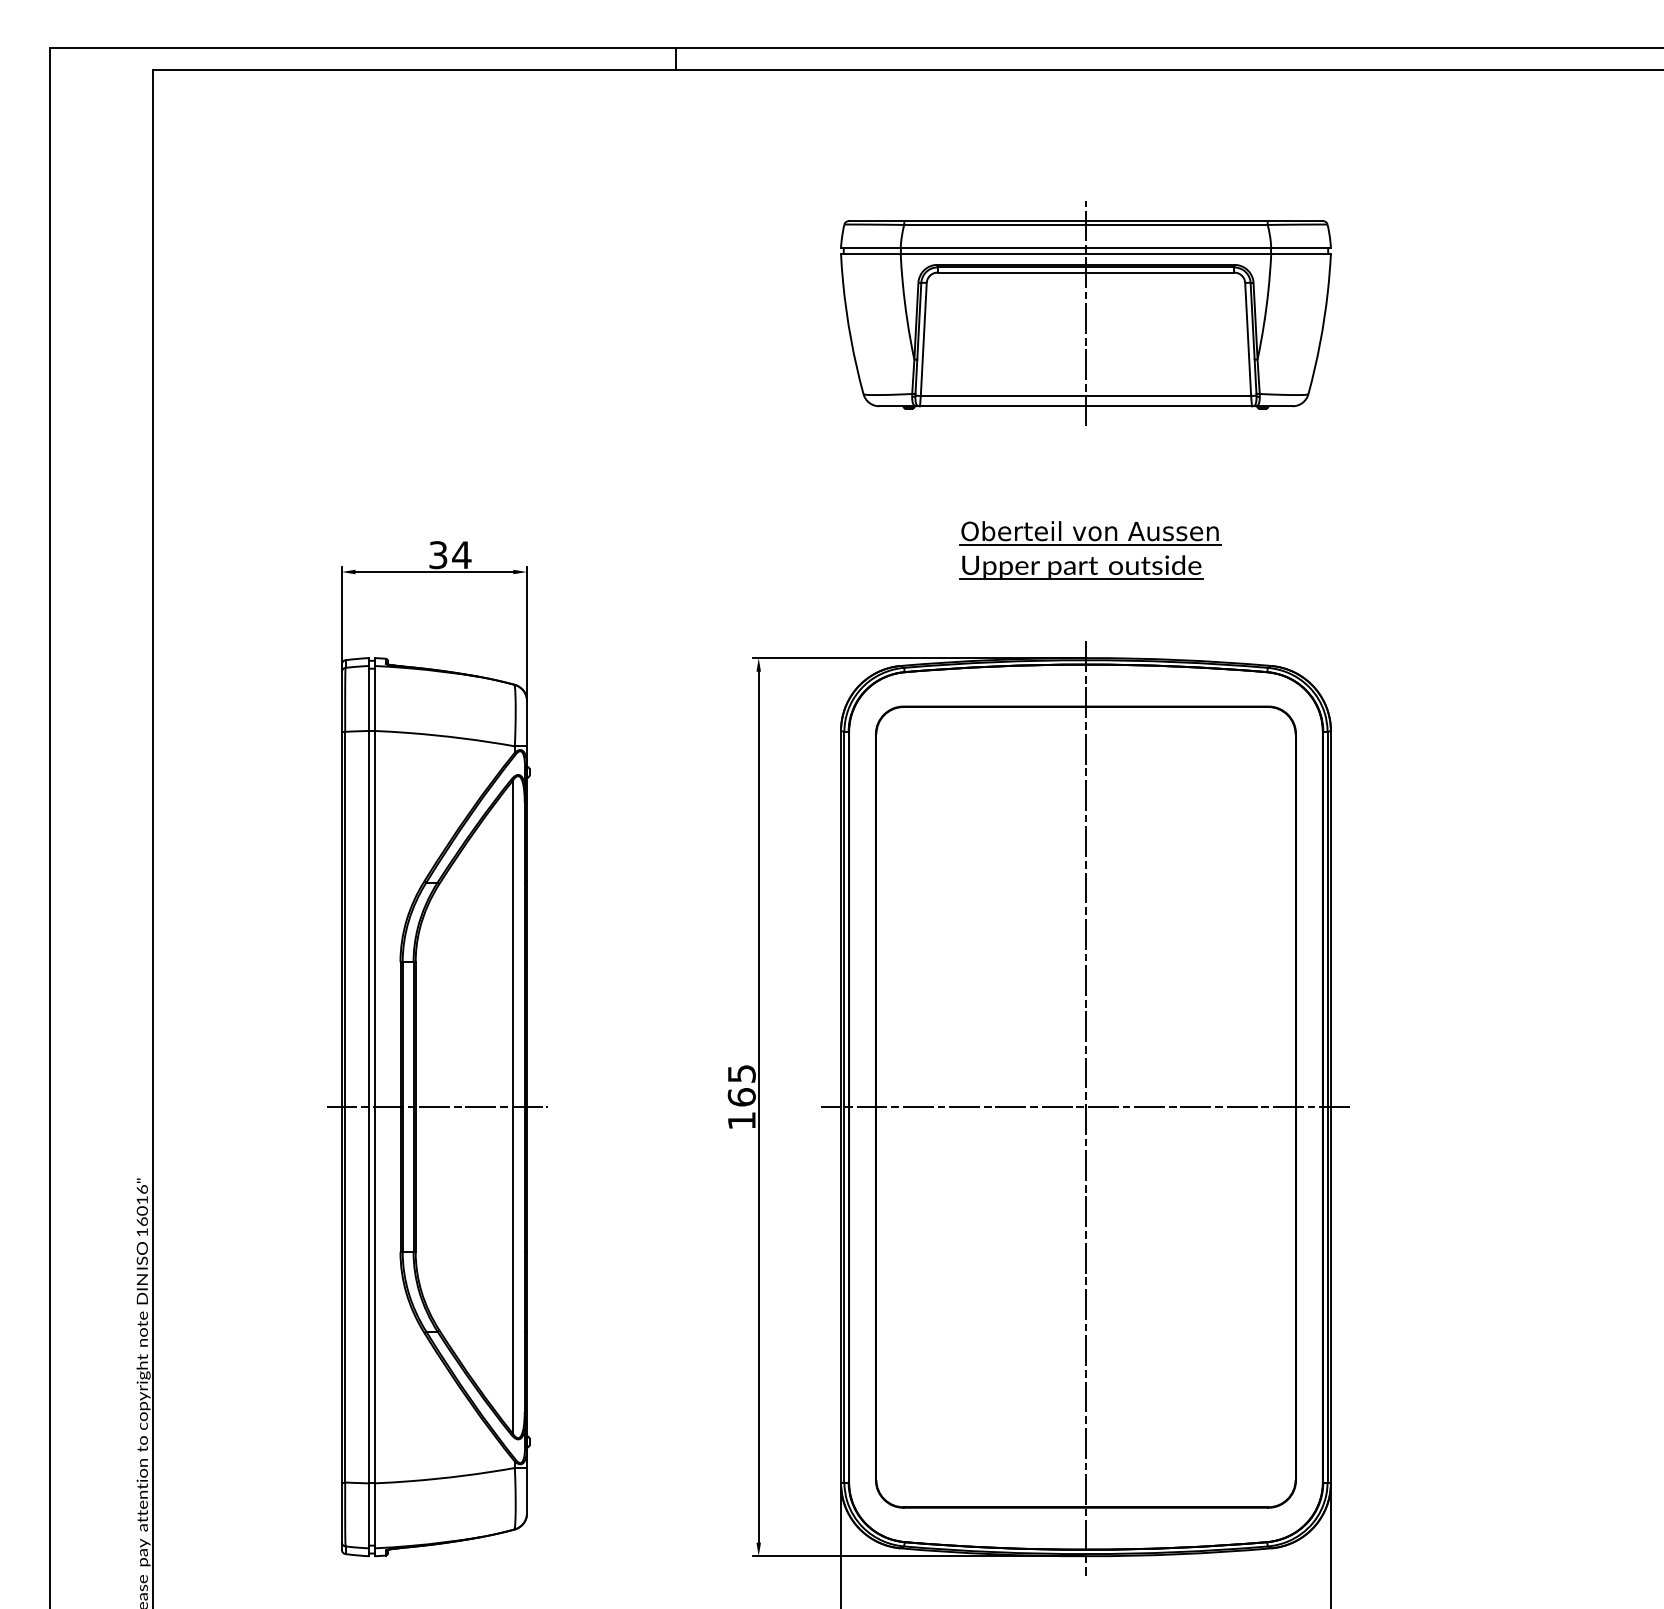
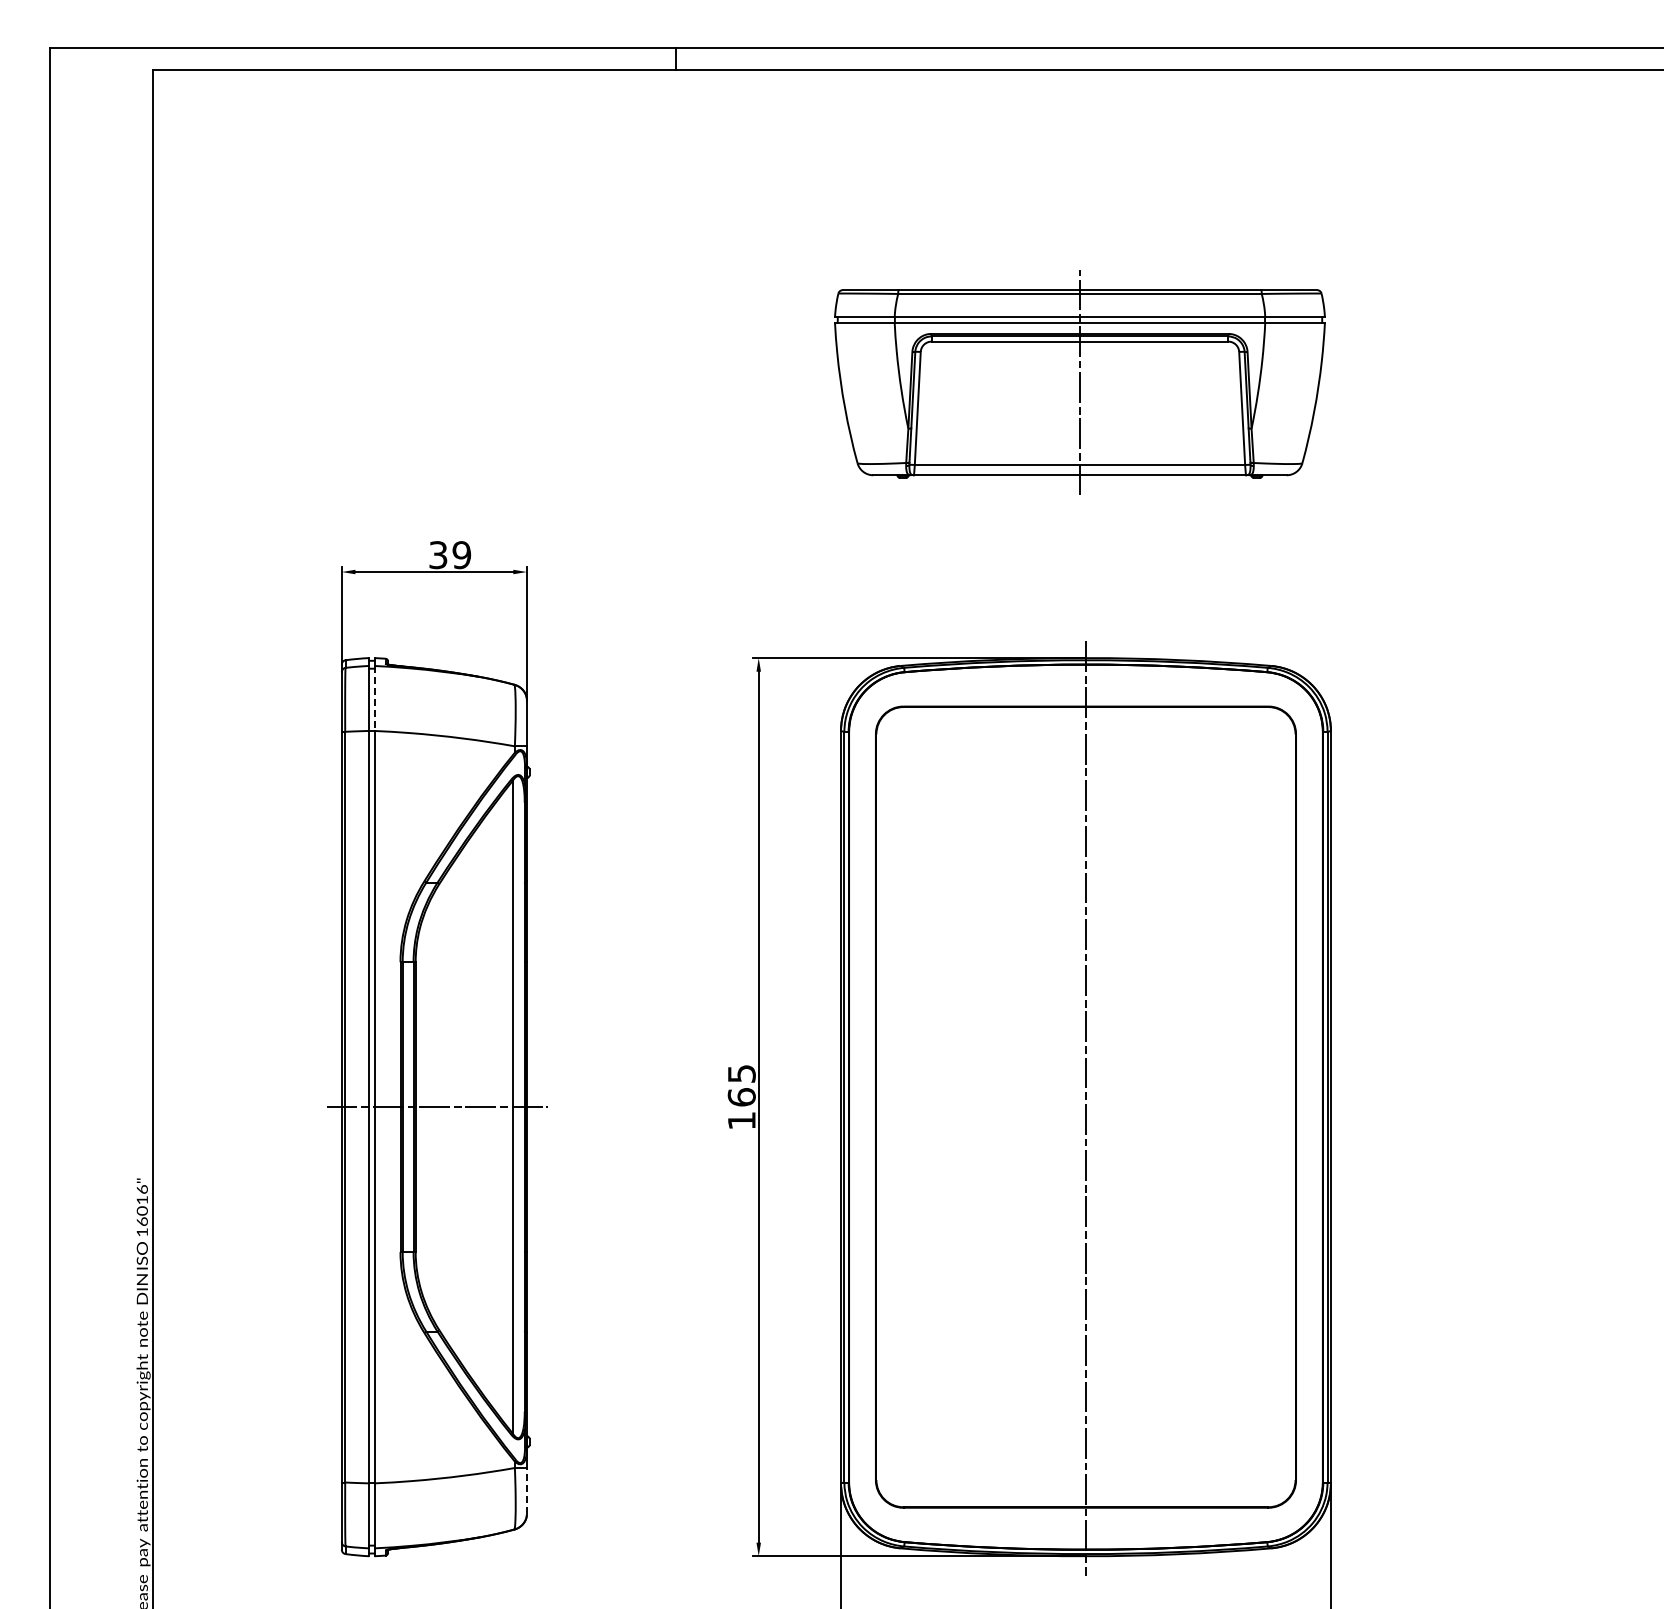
part at (1085, 313) position: (1085, 313) -> (1079, 382)
part at (1090, 550): present -> none
text at (461, 555): 34 -> 39
line at (374, 698): solid -> dashed
line at (1085, 1107): present -> none
line at (526, 1490): solid -> dashed
